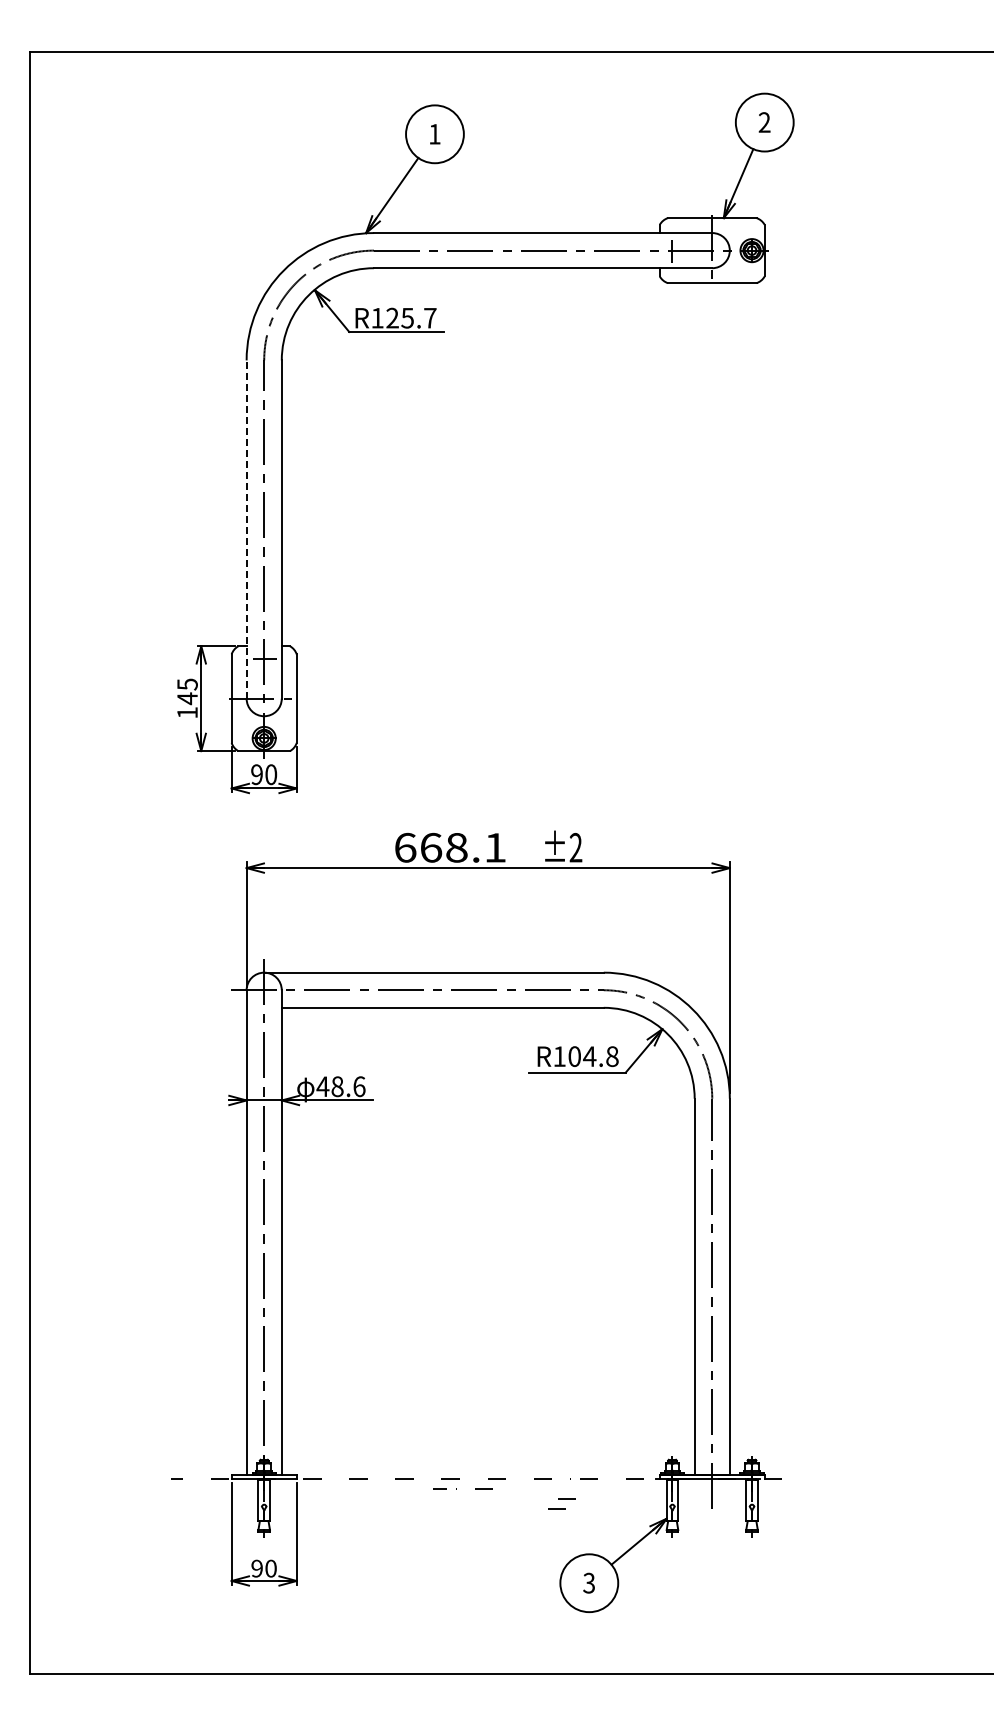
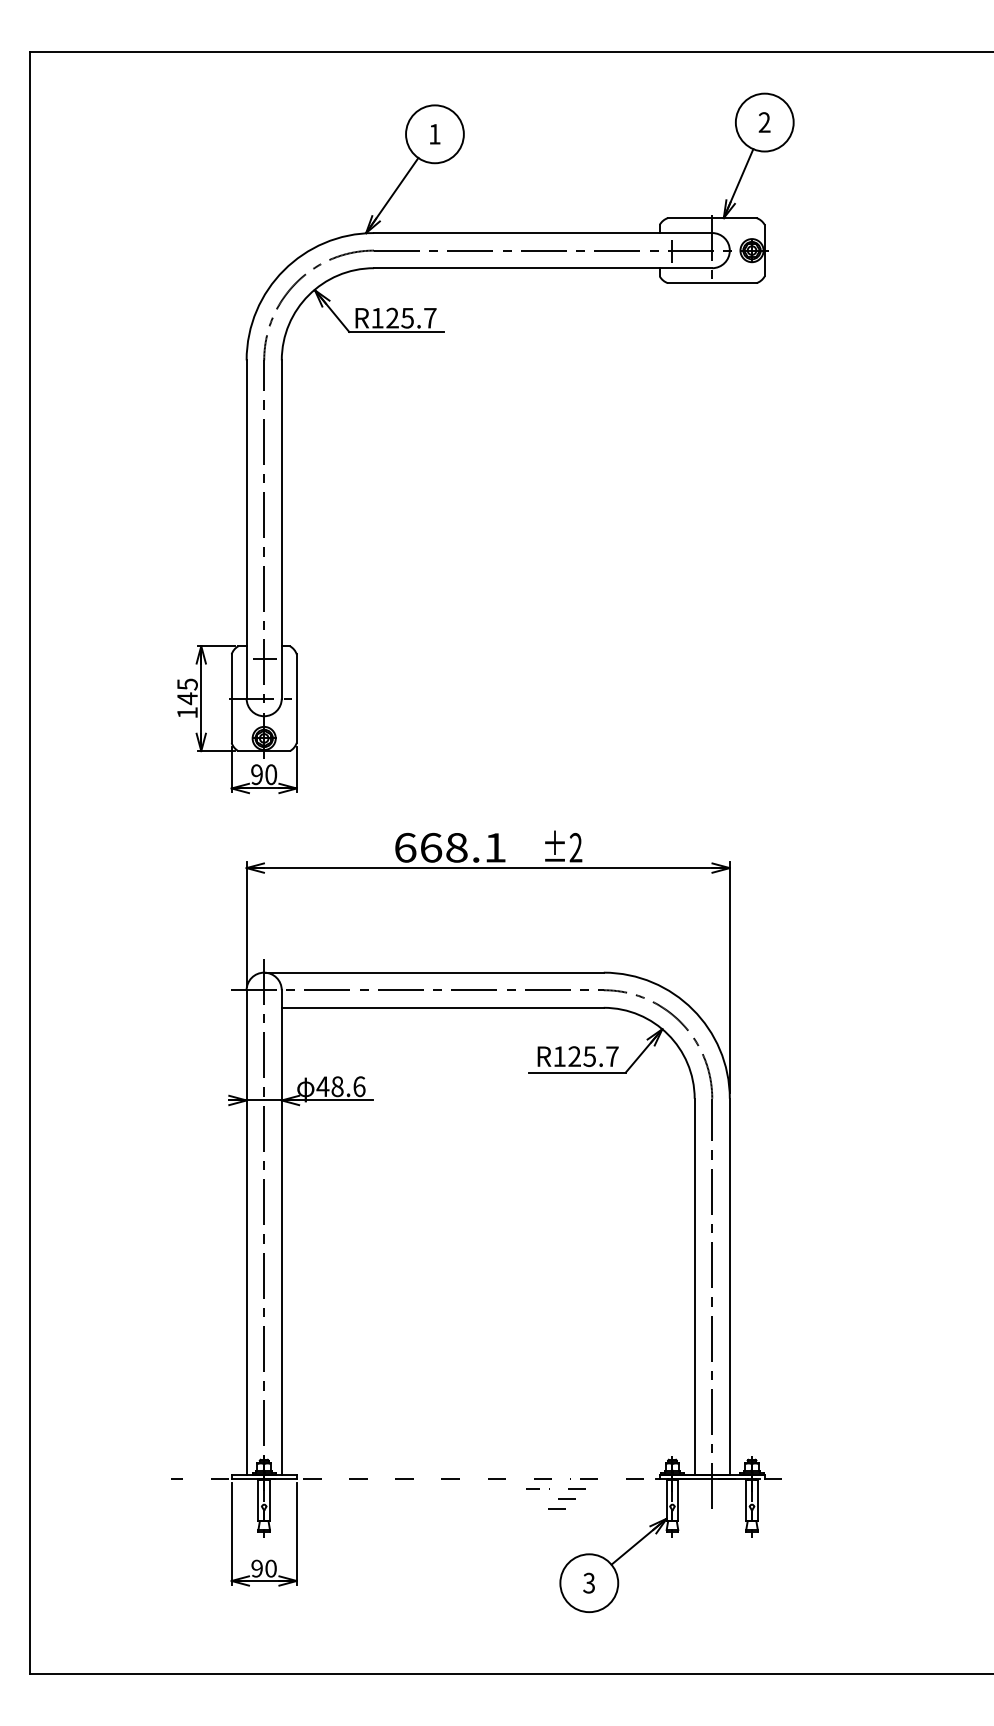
line at (246, 529): dashed -> solid
text at (593, 1056): R104.8 -> R125.7
line at (456, 1488) position: (456, 1488) -> (549, 1488)
